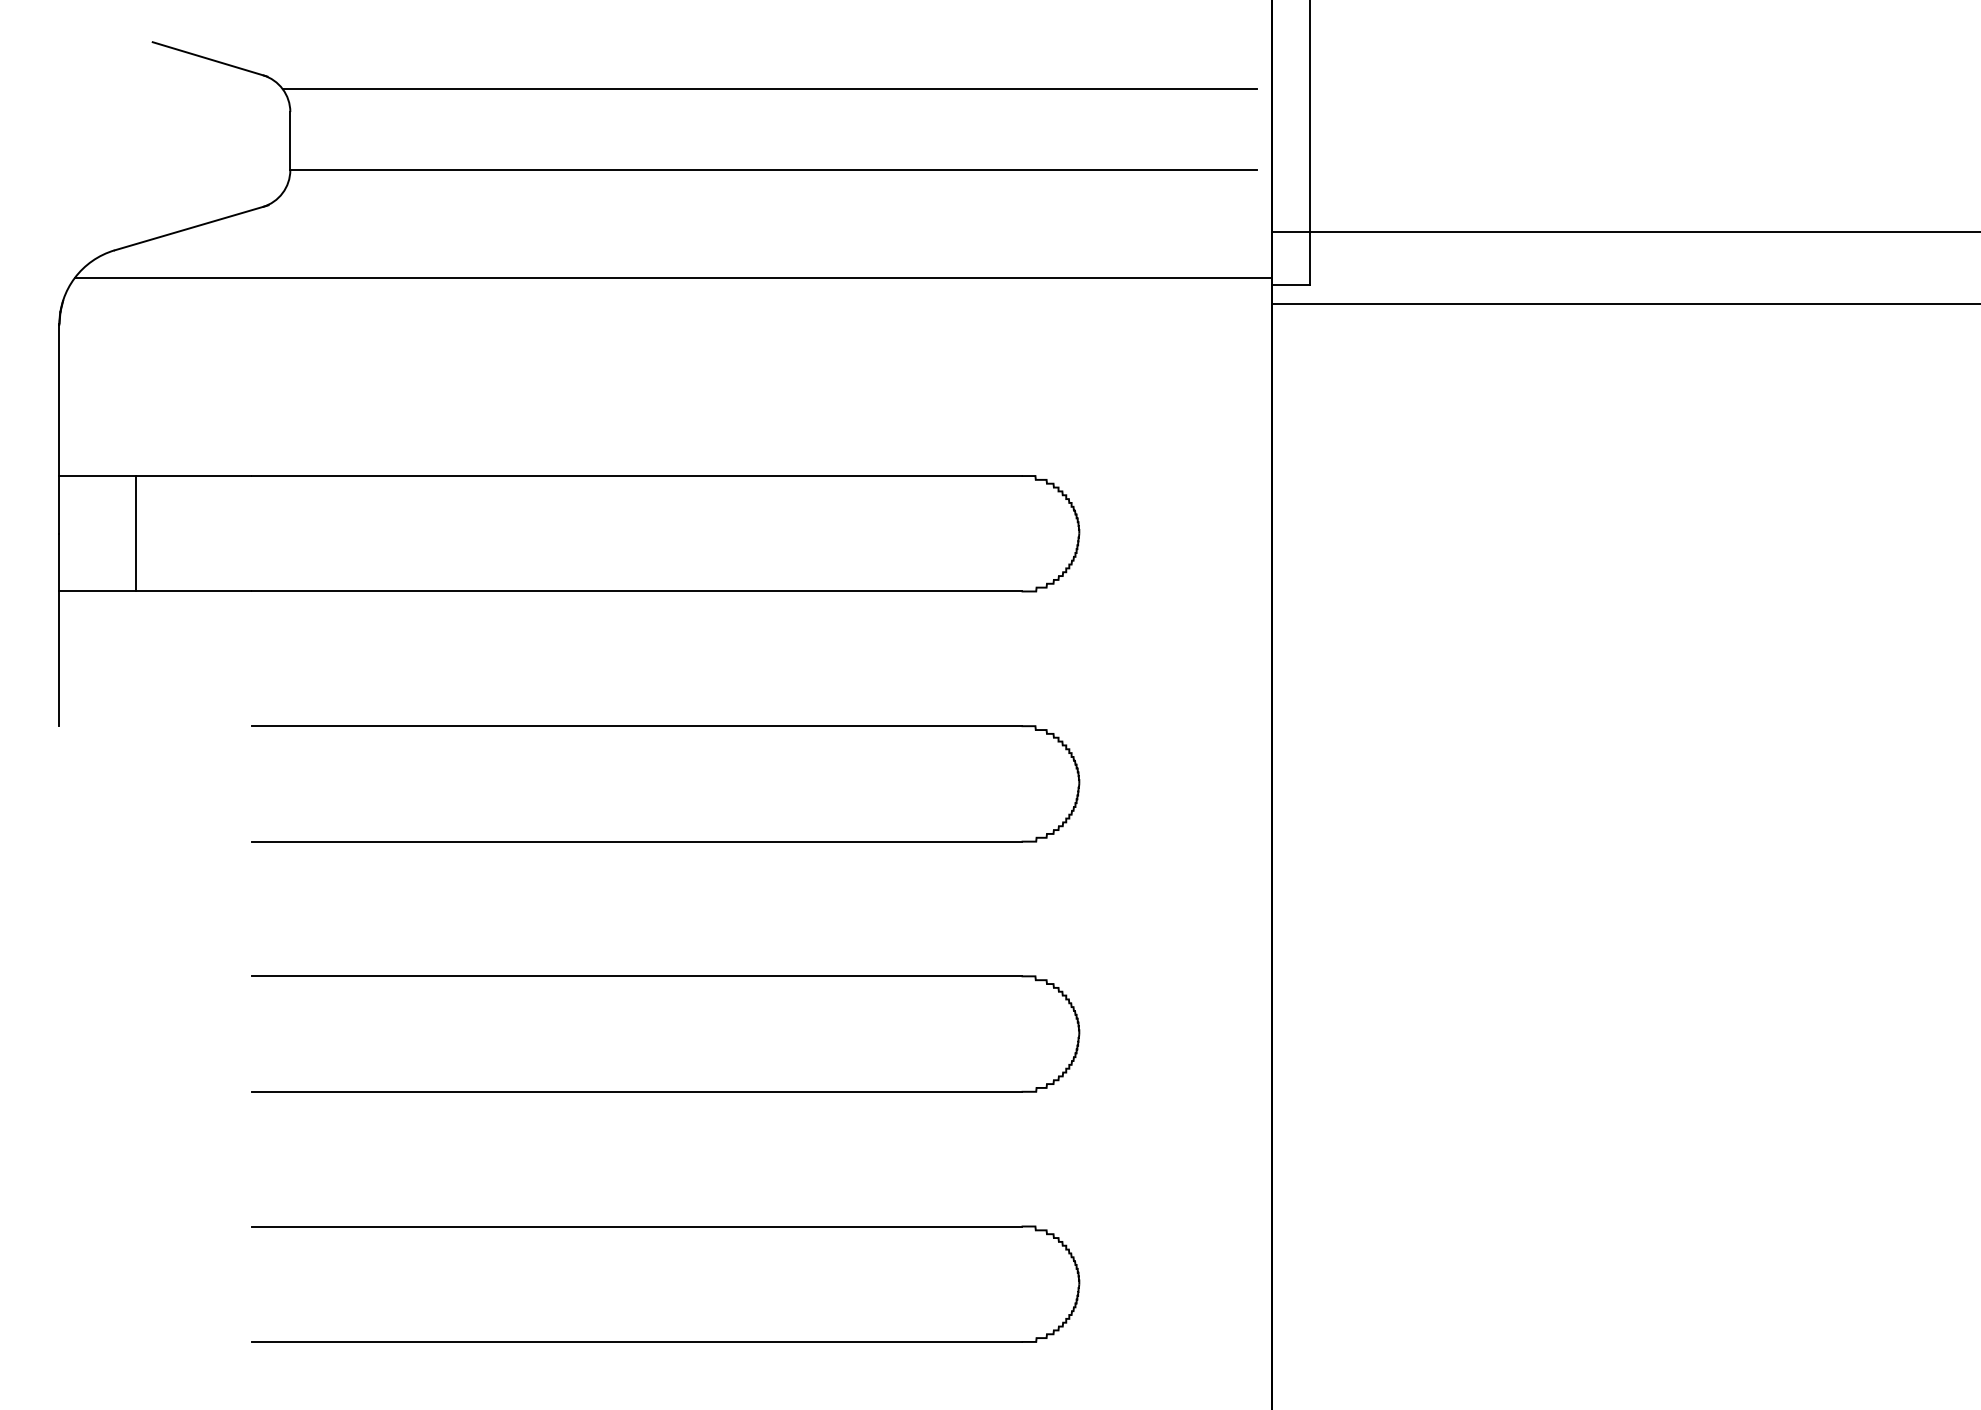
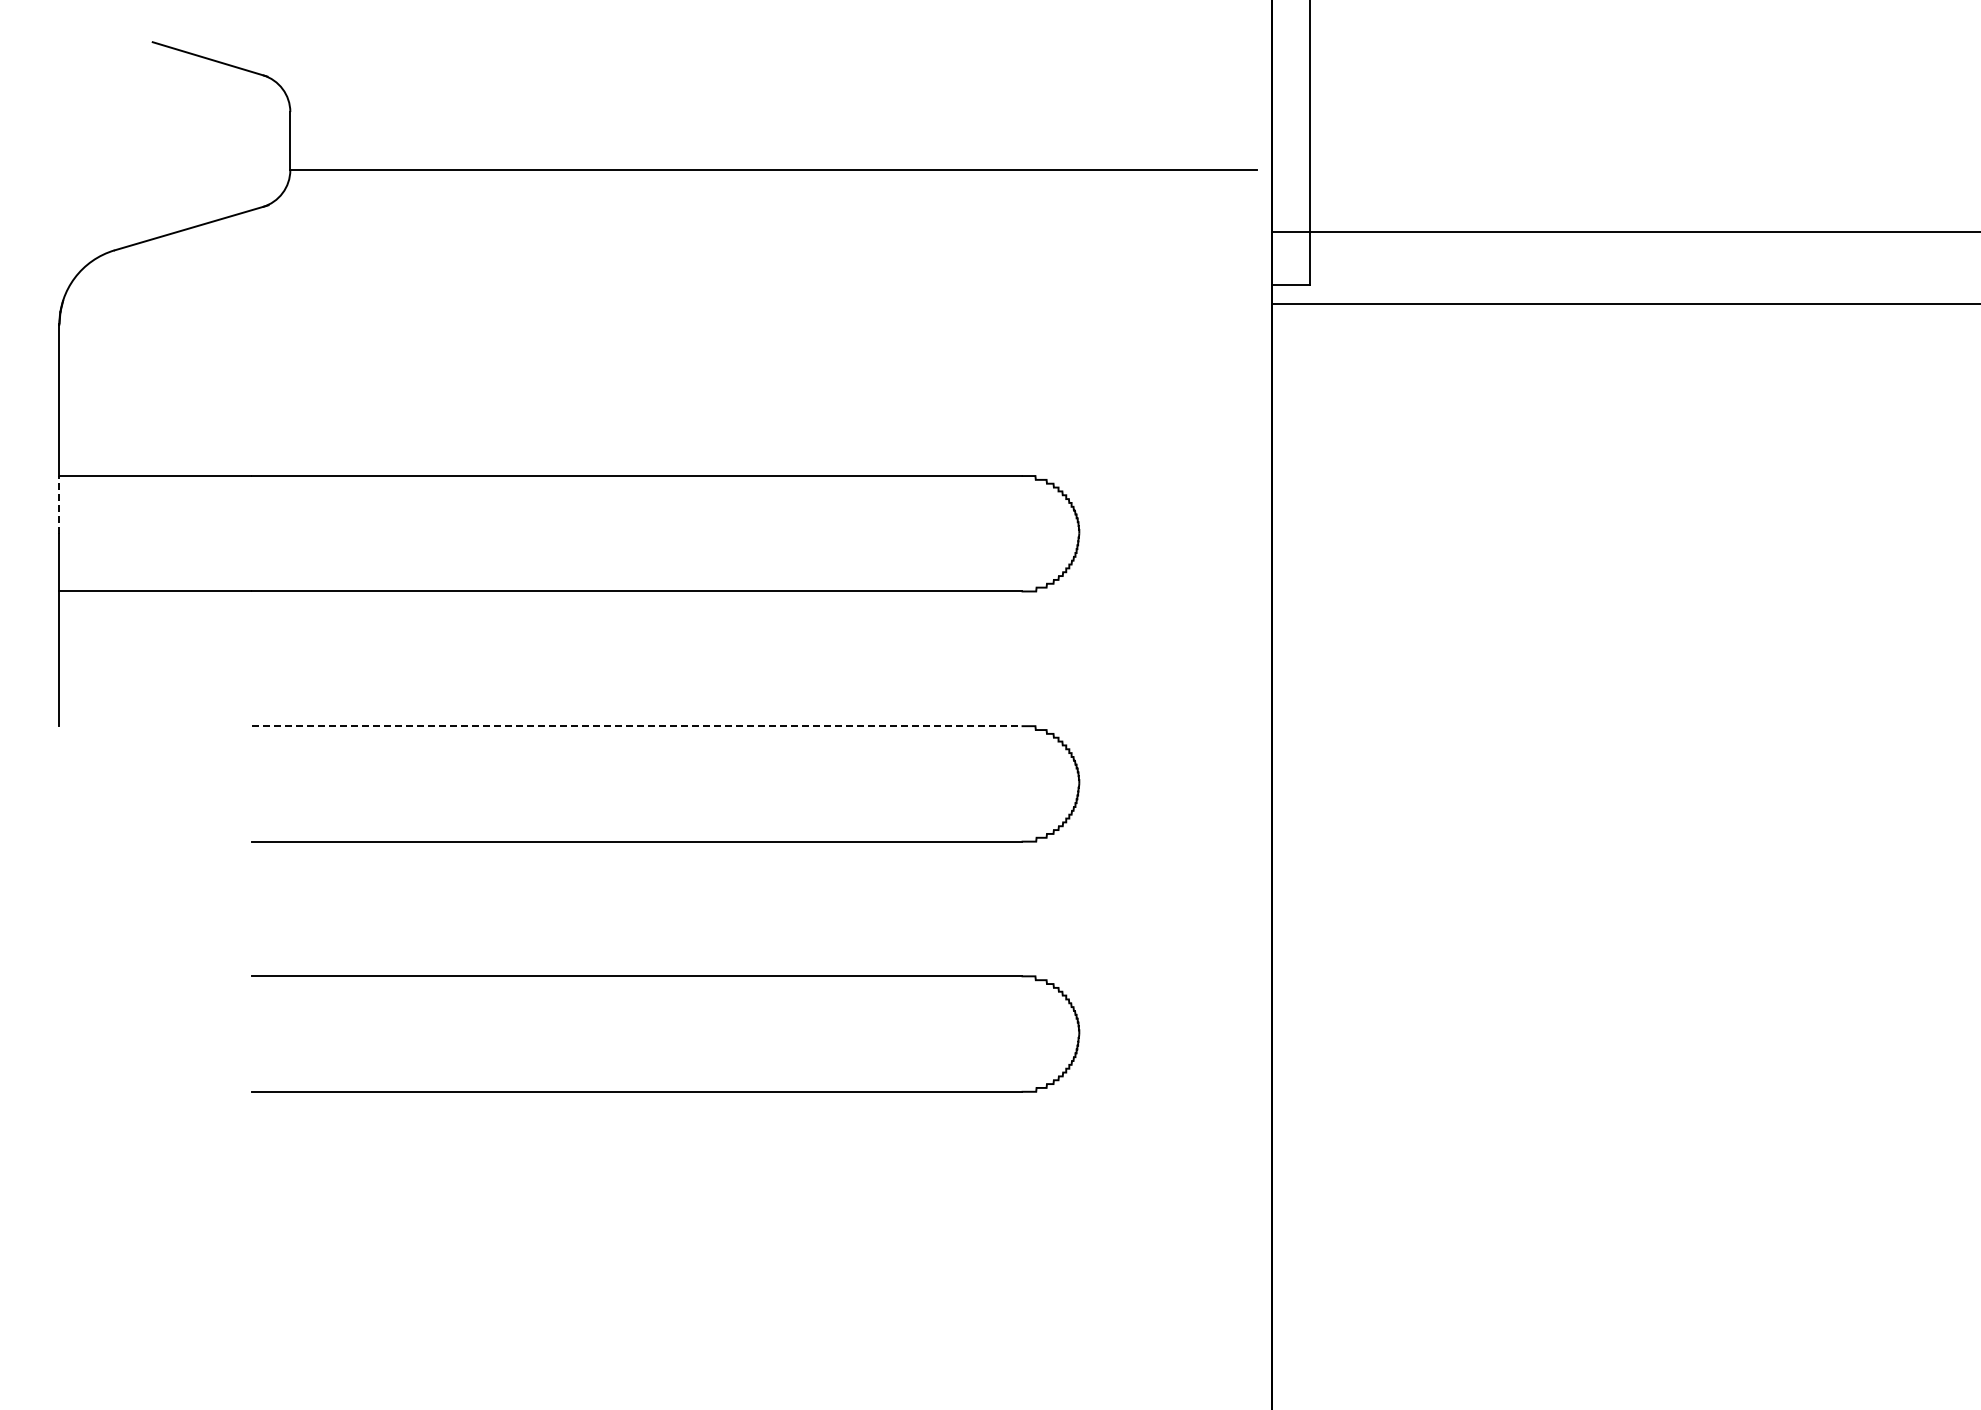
line at (769, 89): present -> none
line at (672, 278): present -> none
line at (59, 504): solid -> dashed
line at (136, 533): present -> none
line at (636, 726): solid -> dashed
part at (665, 1227): present -> none
